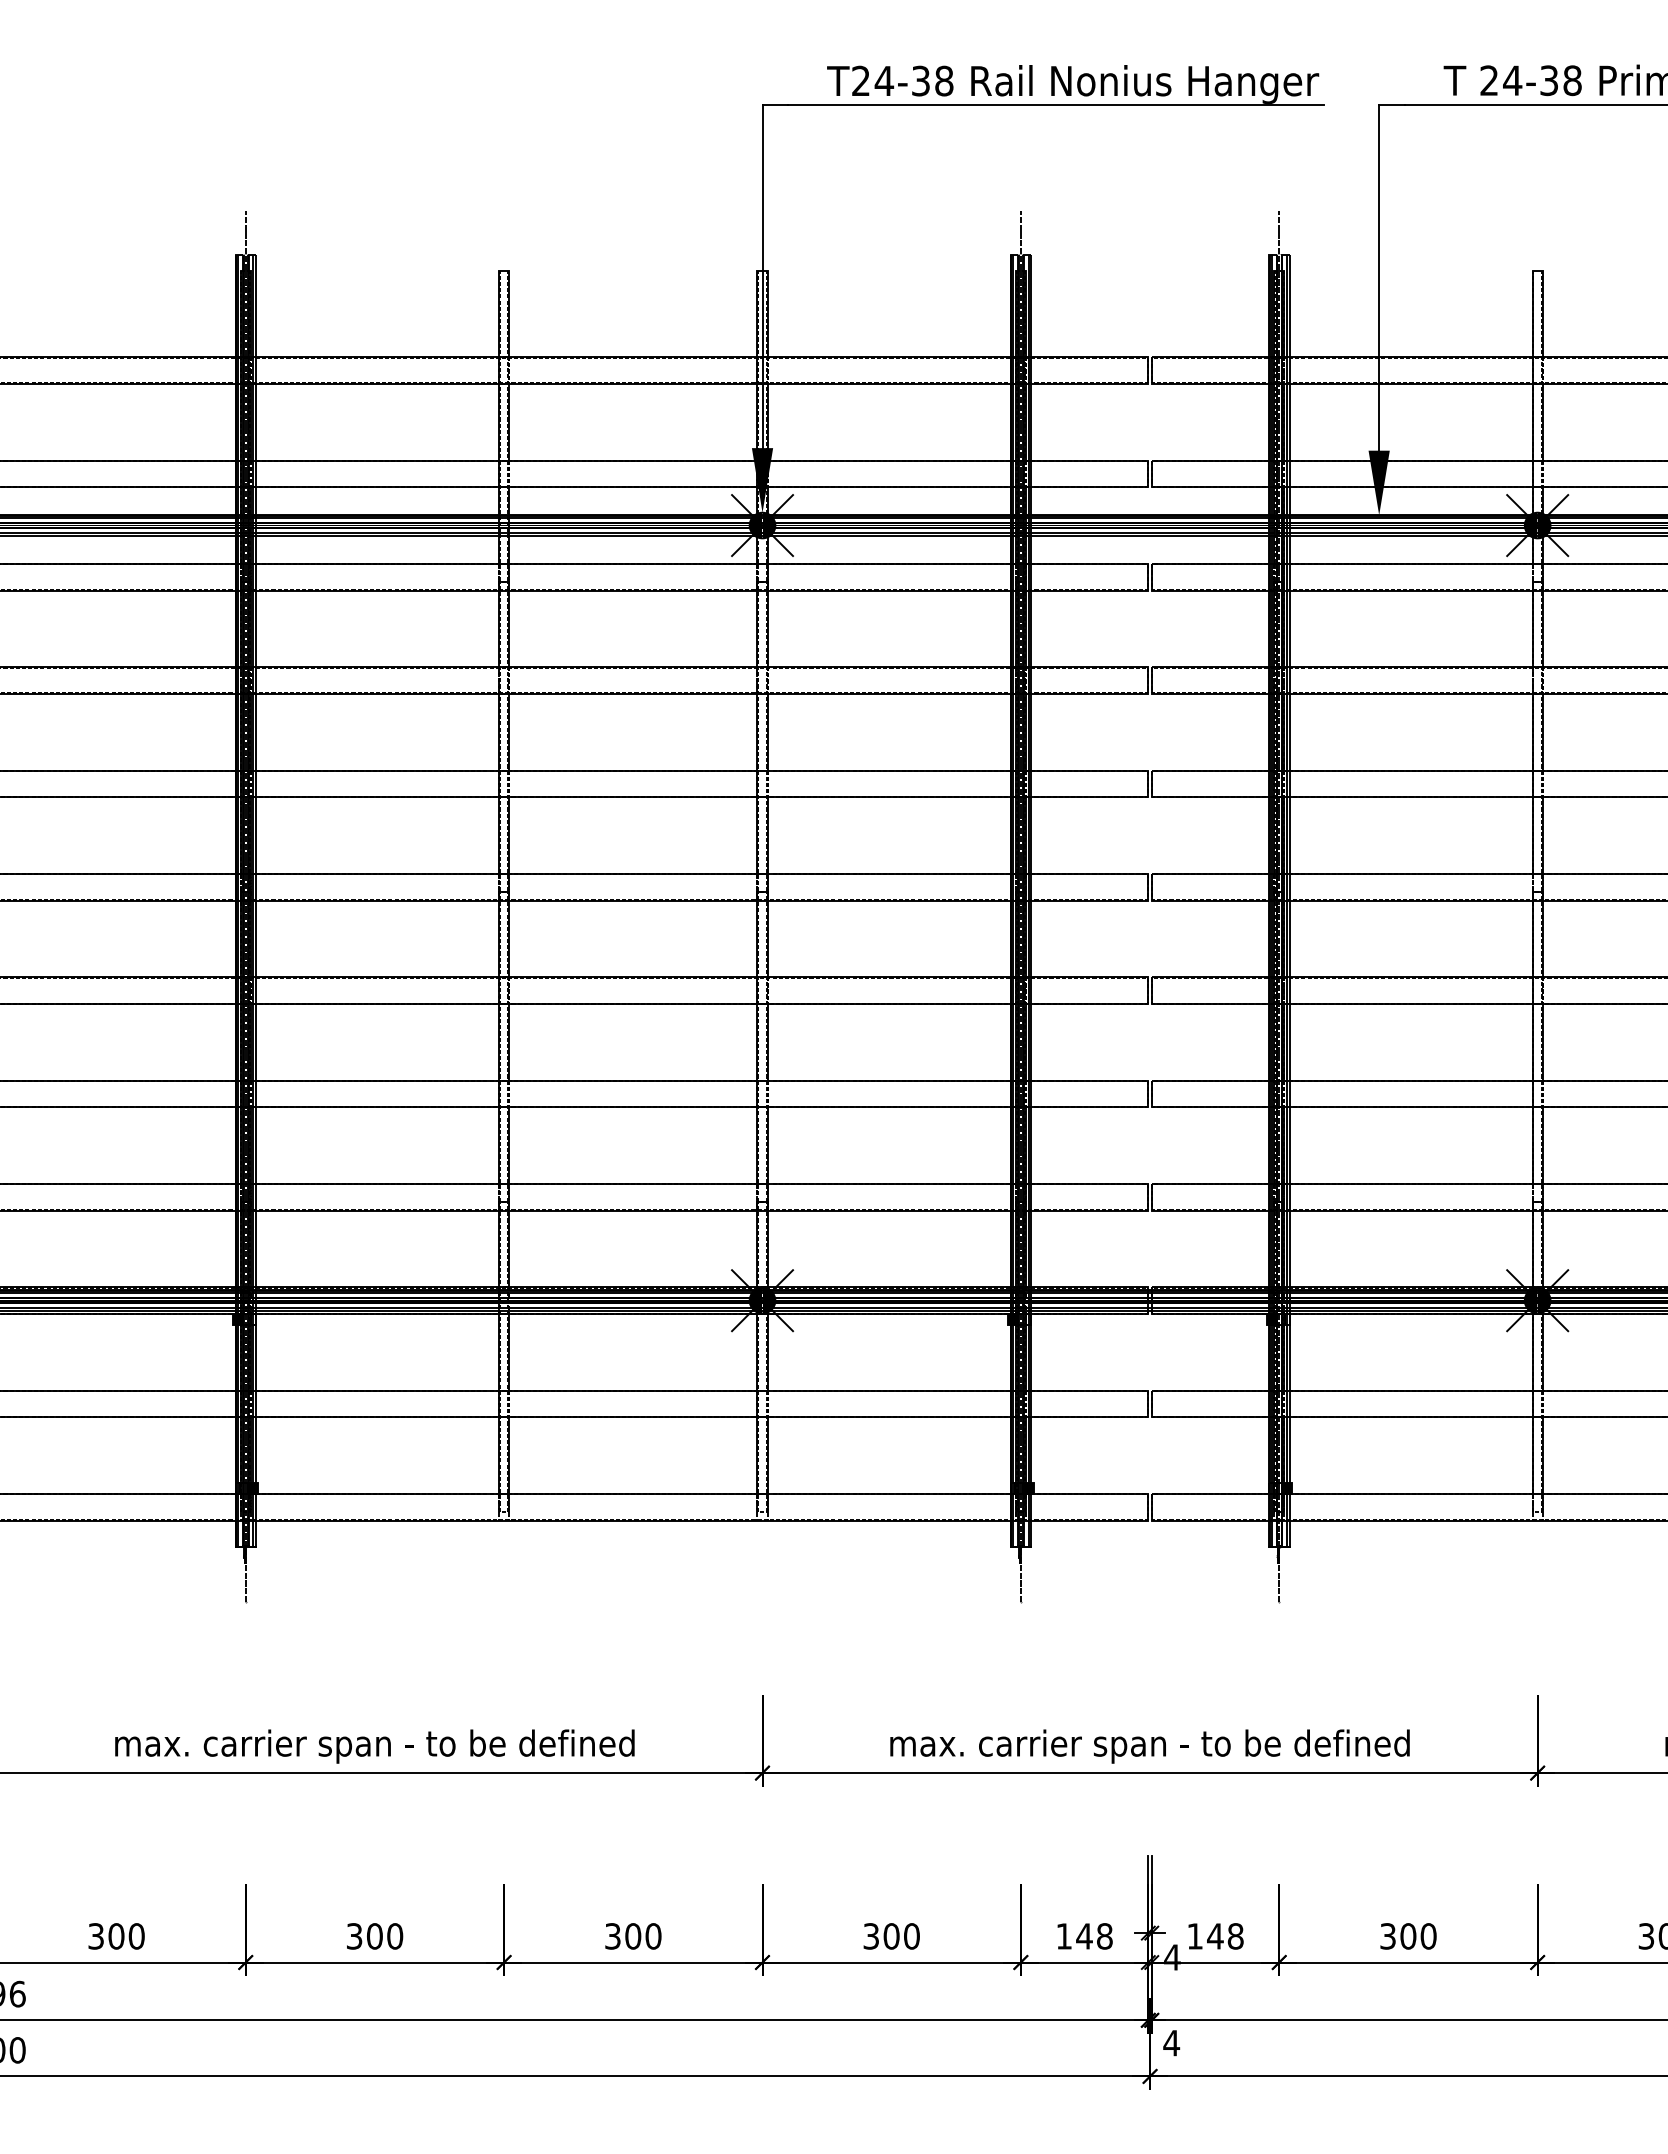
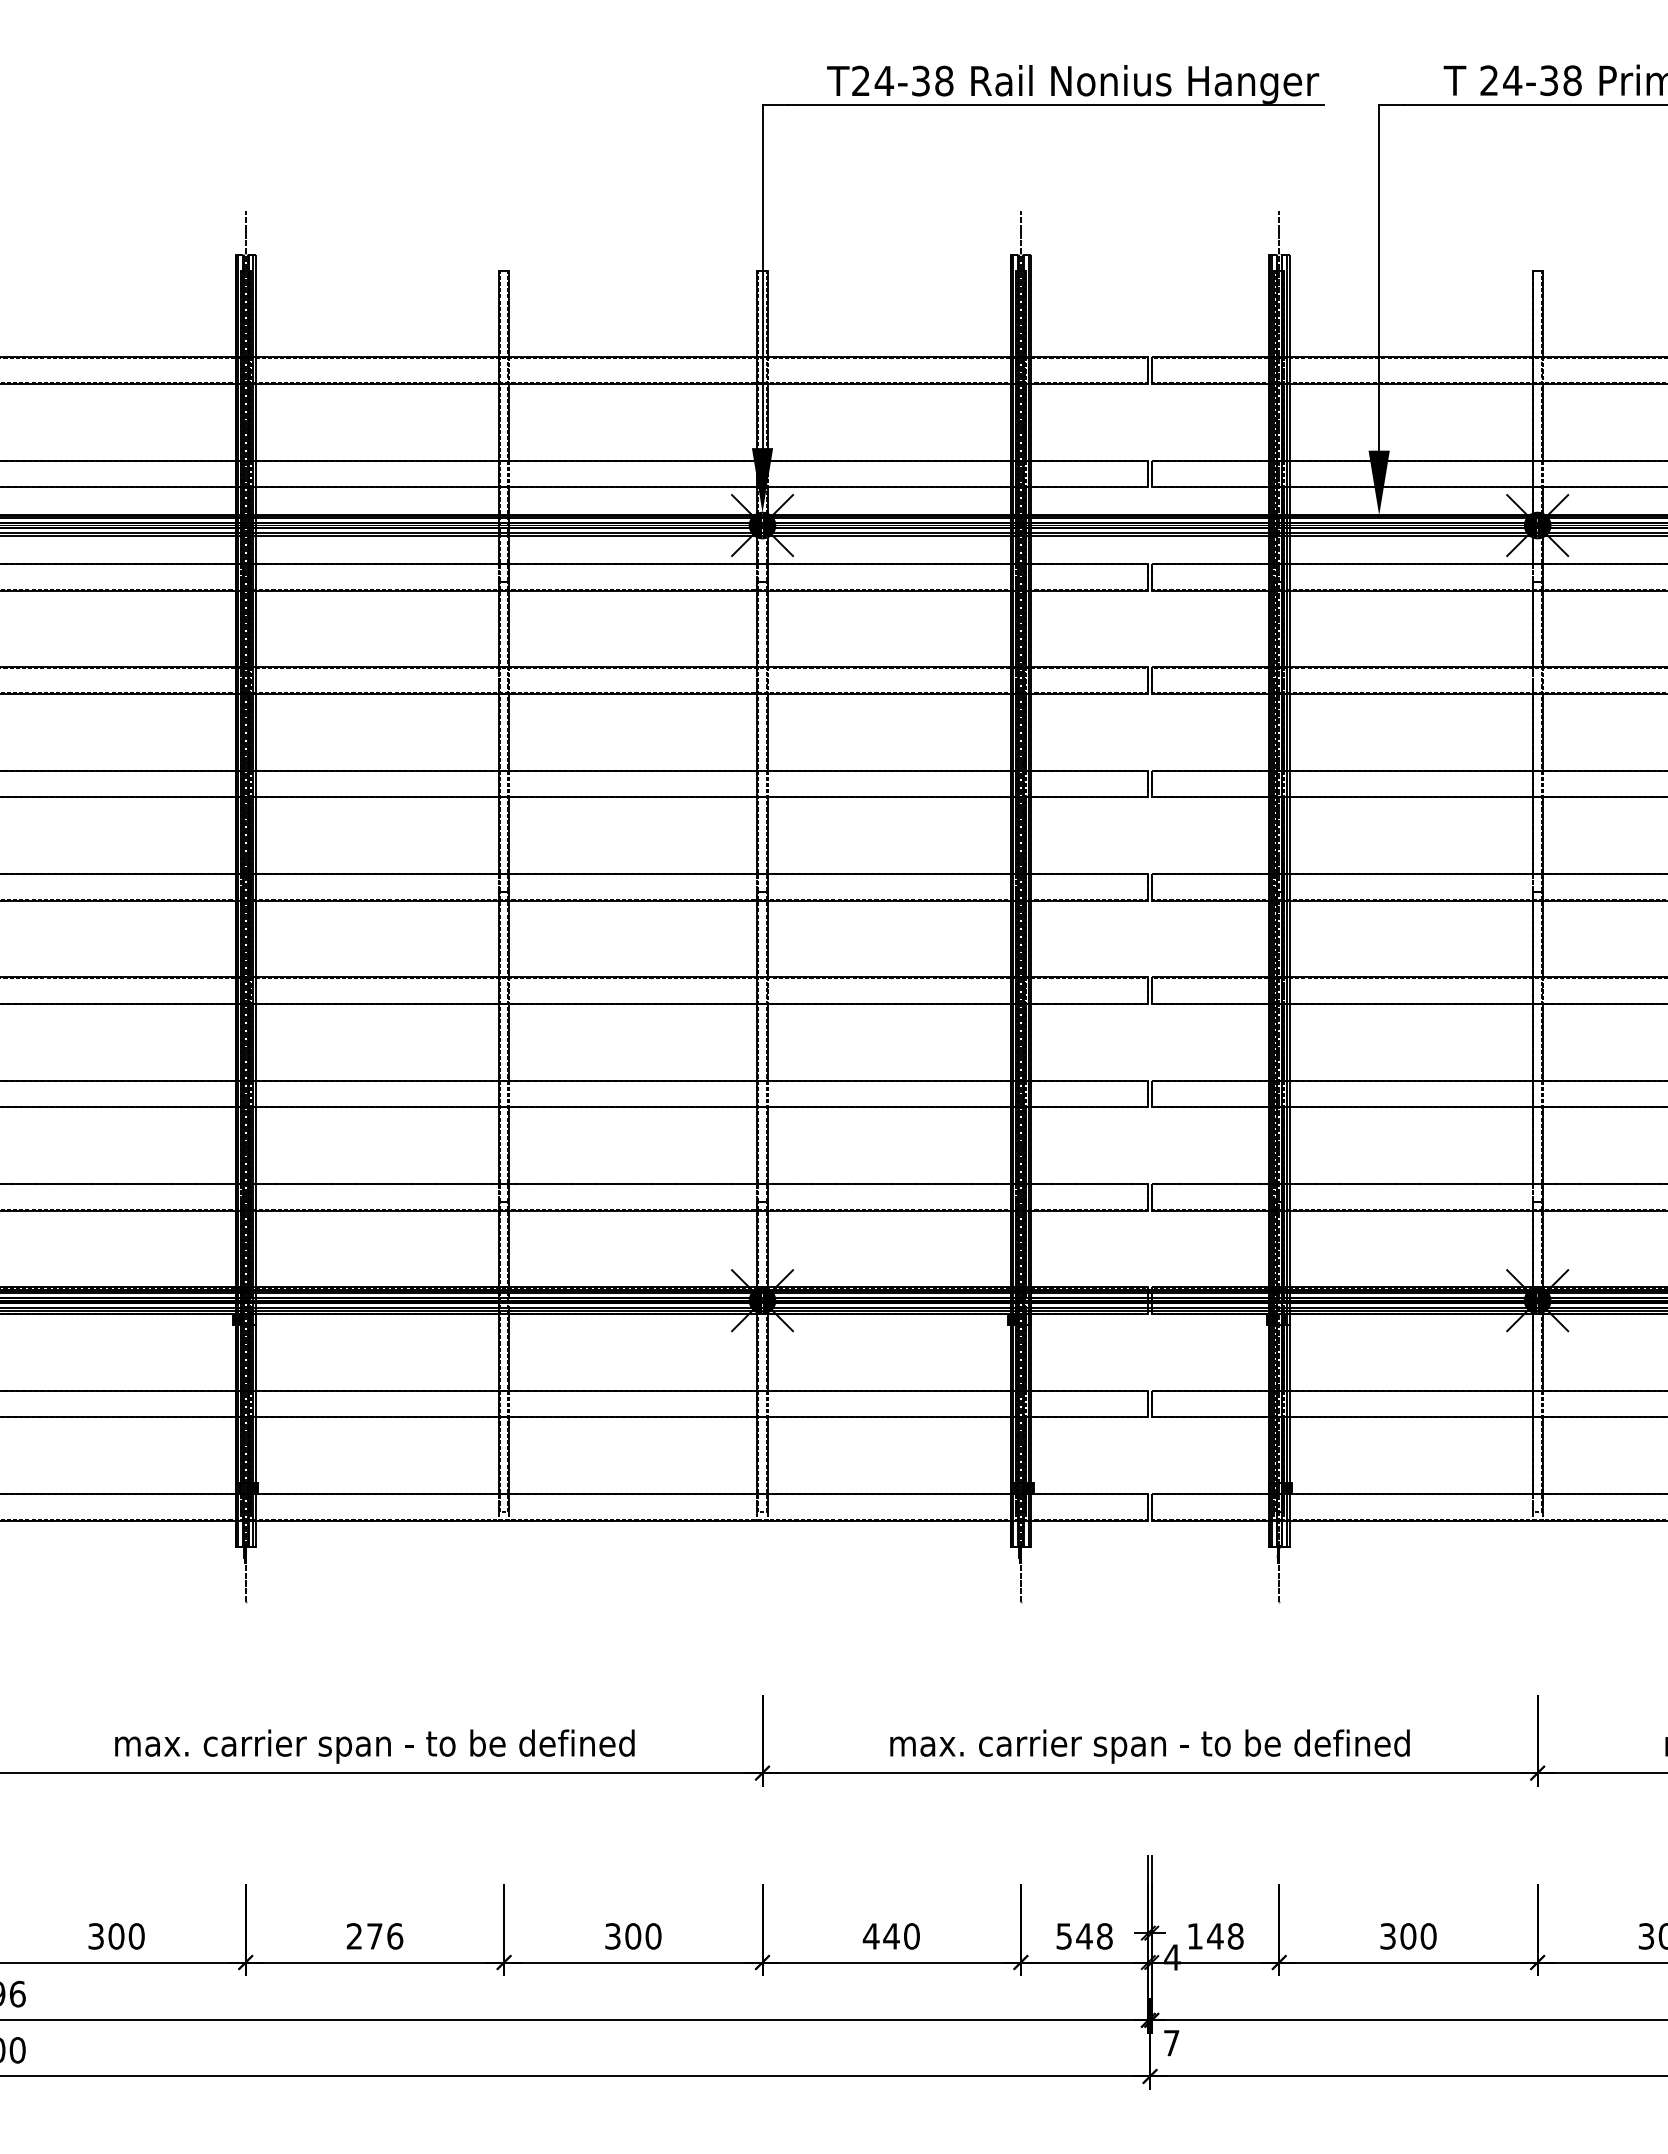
text at (374, 1936): 300 -> 276
text at (880, 1936): 300 -> 440
text at (1063, 1936): 148 -> 548
text at (1171, 2043): 4 -> 7
